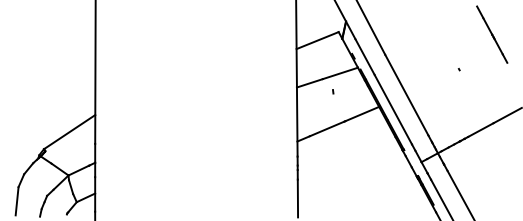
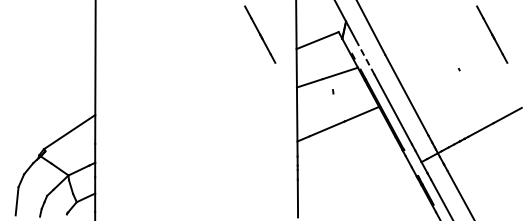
line at (260, 34): none -> present
line at (364, 56): solid -> dashed
